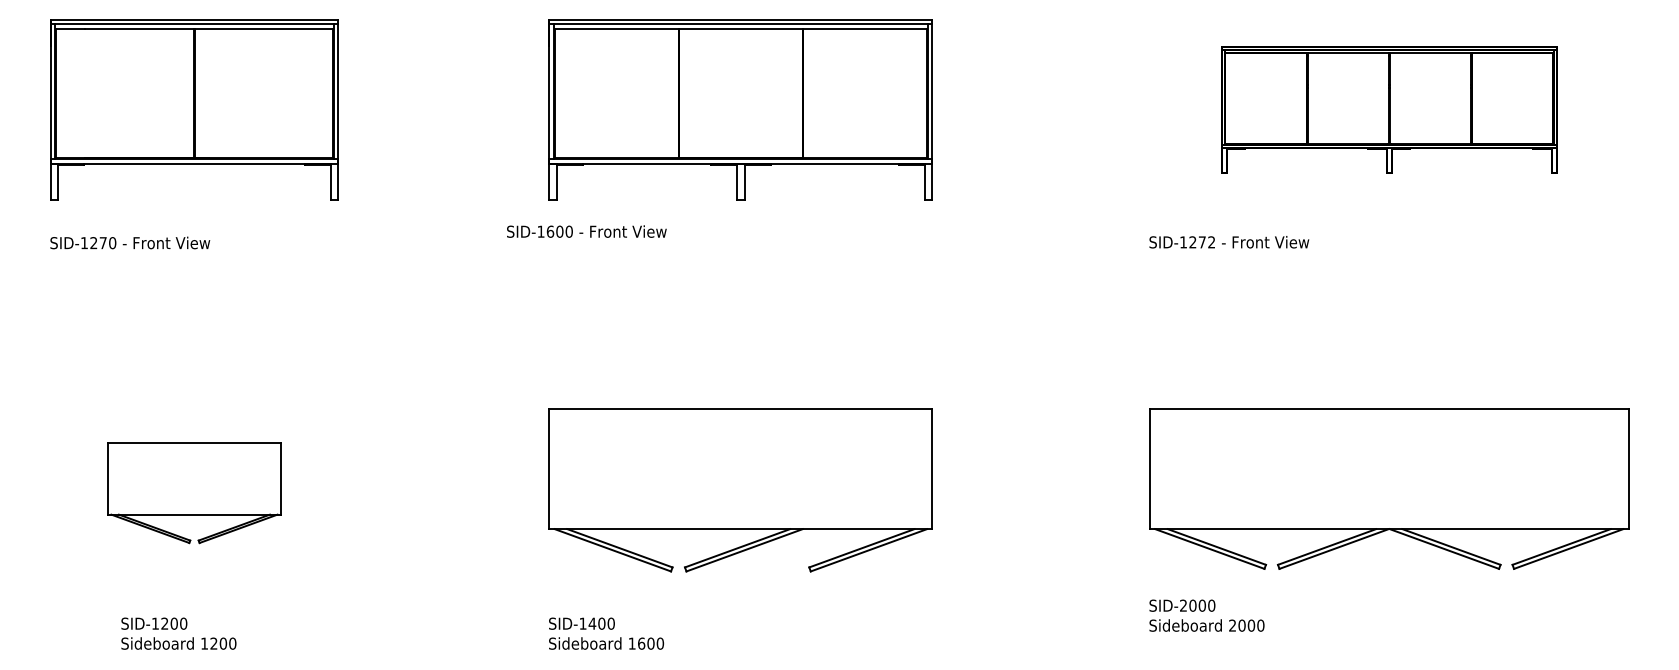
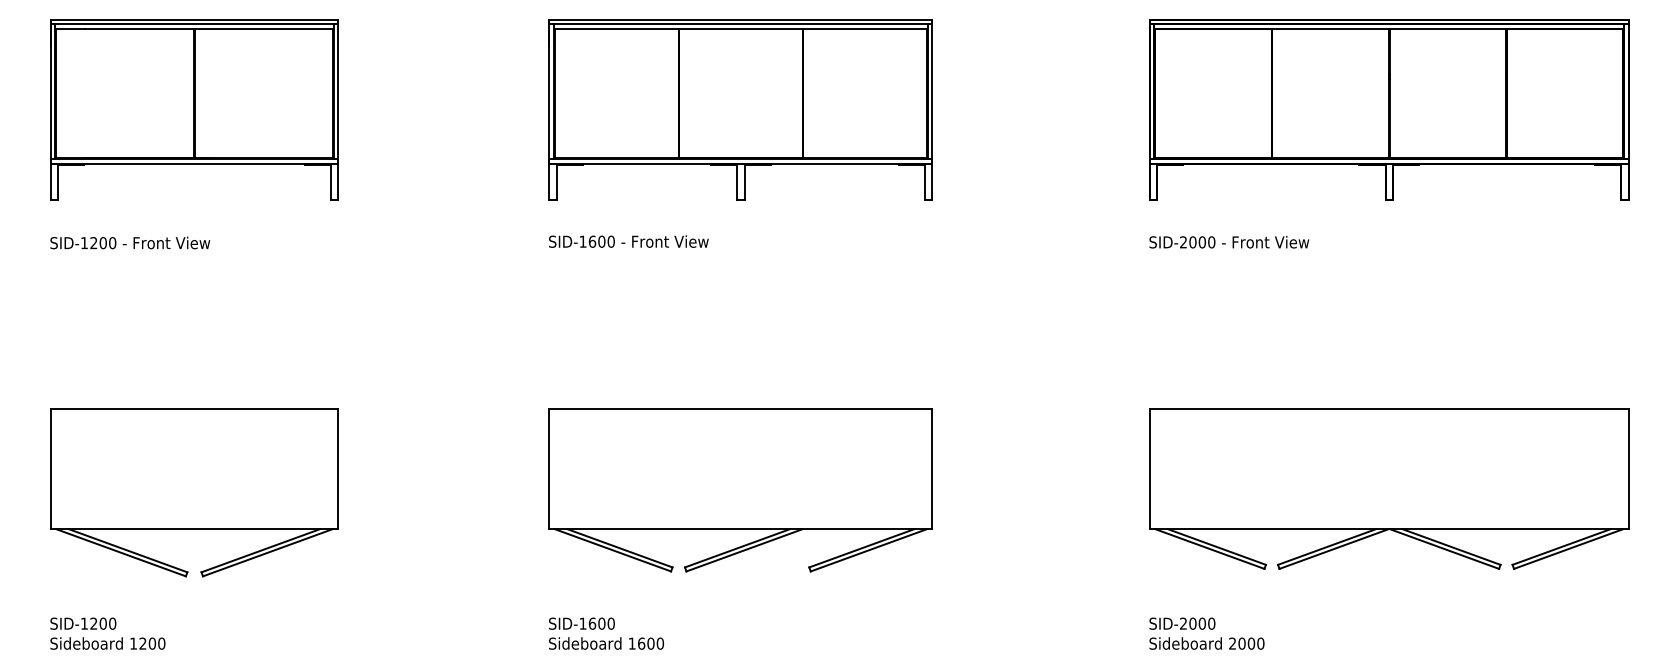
part at (1389, 109) size: 337x128 px -> 481x182 px
text at (586, 231) position: (586, 231) -> (628, 241)
text at (1197, 242): SID-1272 -> SID-2000
text at (102, 243): SID-1270 -> SID-1200
part at (194, 493) size: 175x103 px -> 289x170 px
text at (1206, 615) position: (1206, 615) -> (1206, 633)
text at (592, 623): SID-1400 -> SID-1600
text at (178, 633) position: (178, 633) -> (107, 633)
